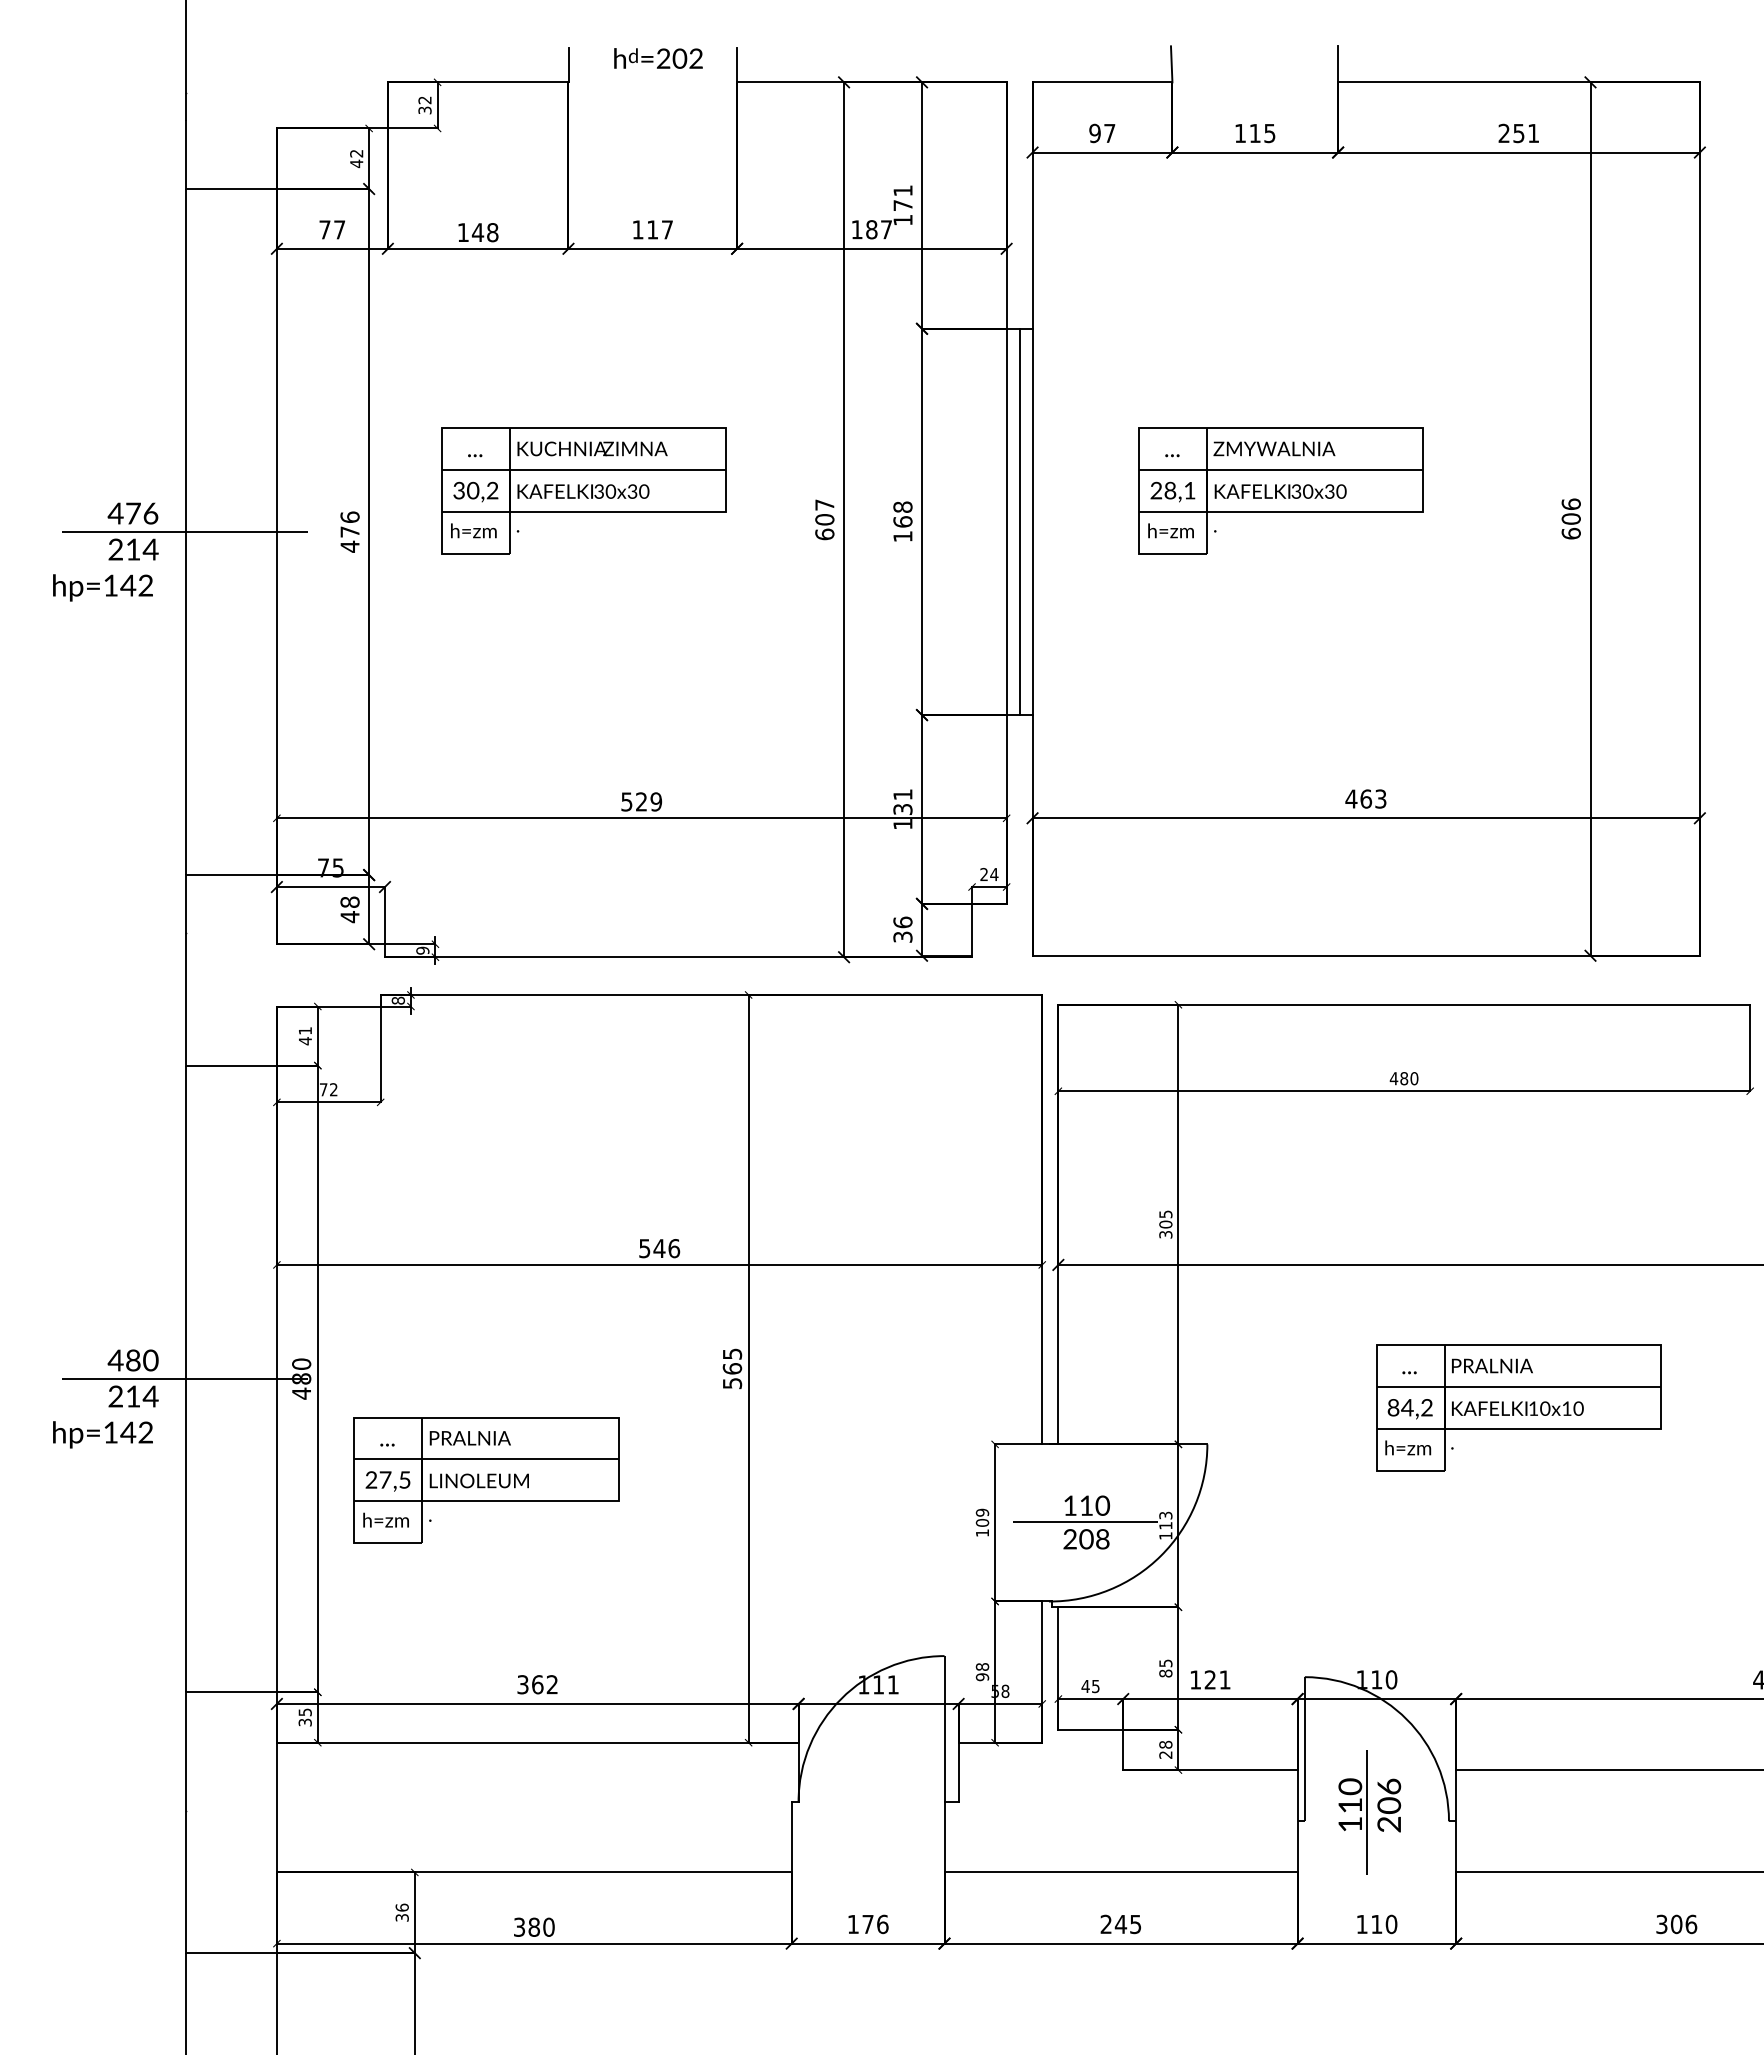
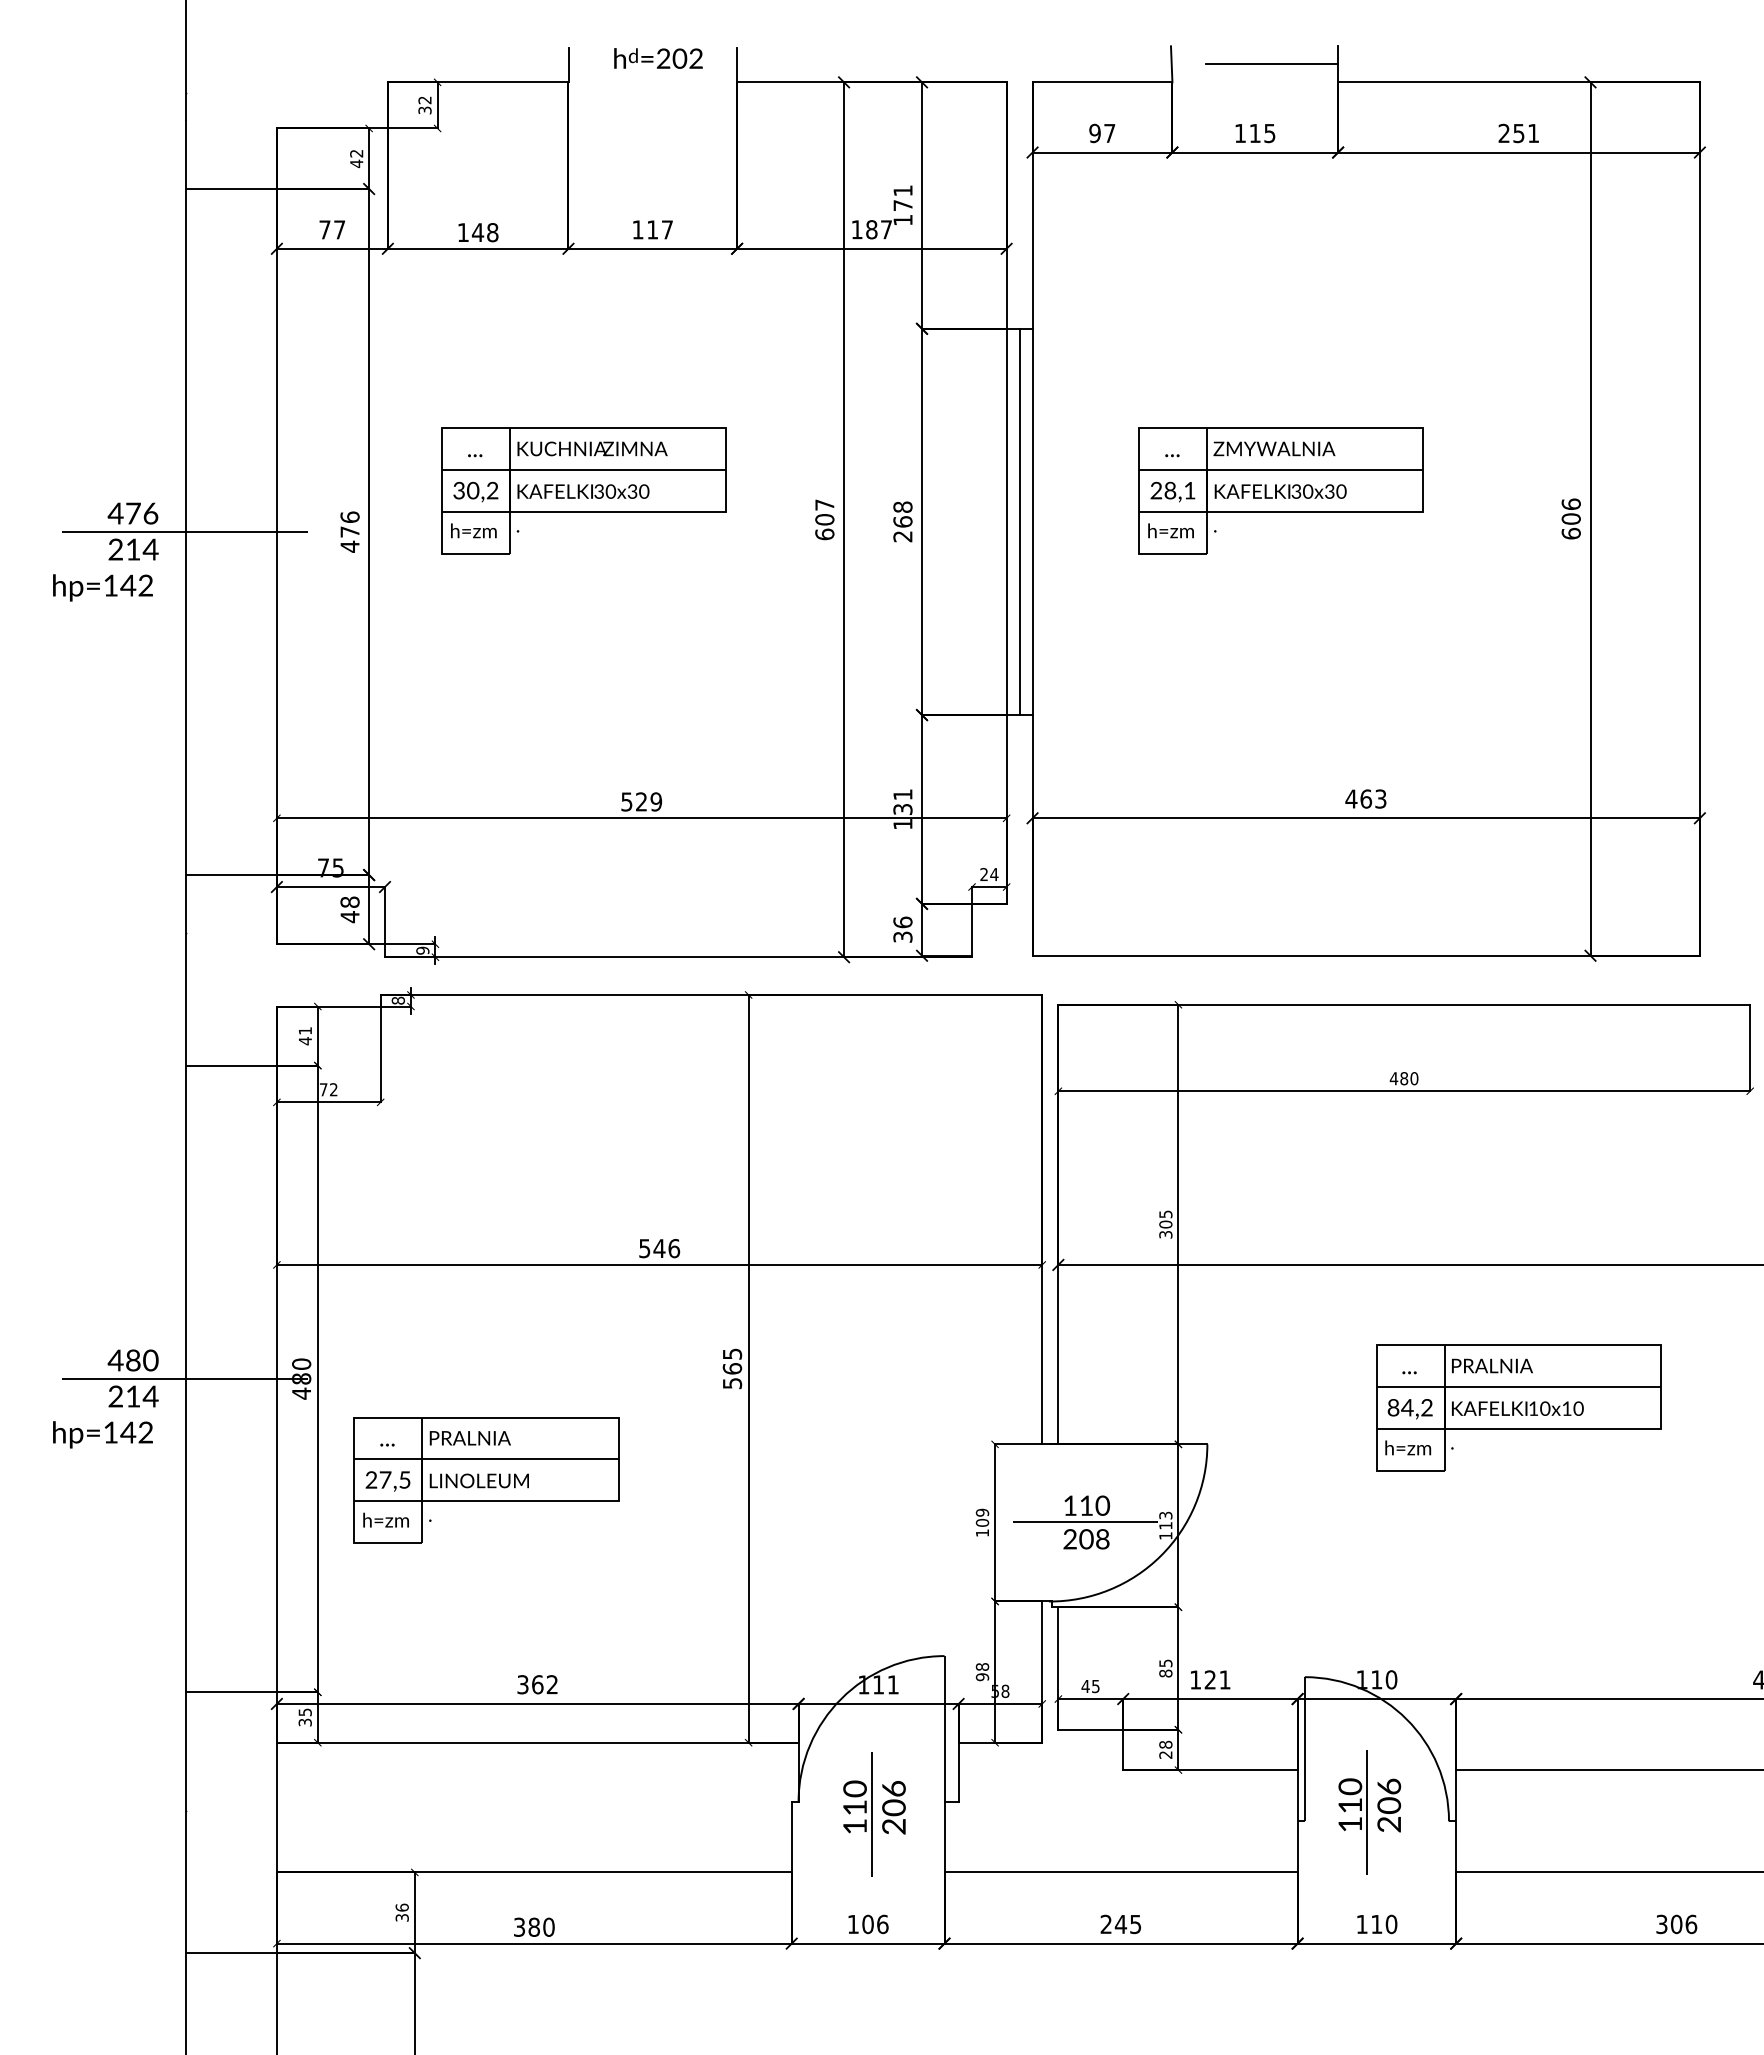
line at (1271, 64): none -> present
text at (902, 536): 168 -> 268
part at (874, 1814): none -> present
text at (867, 1924): 176 -> 106
